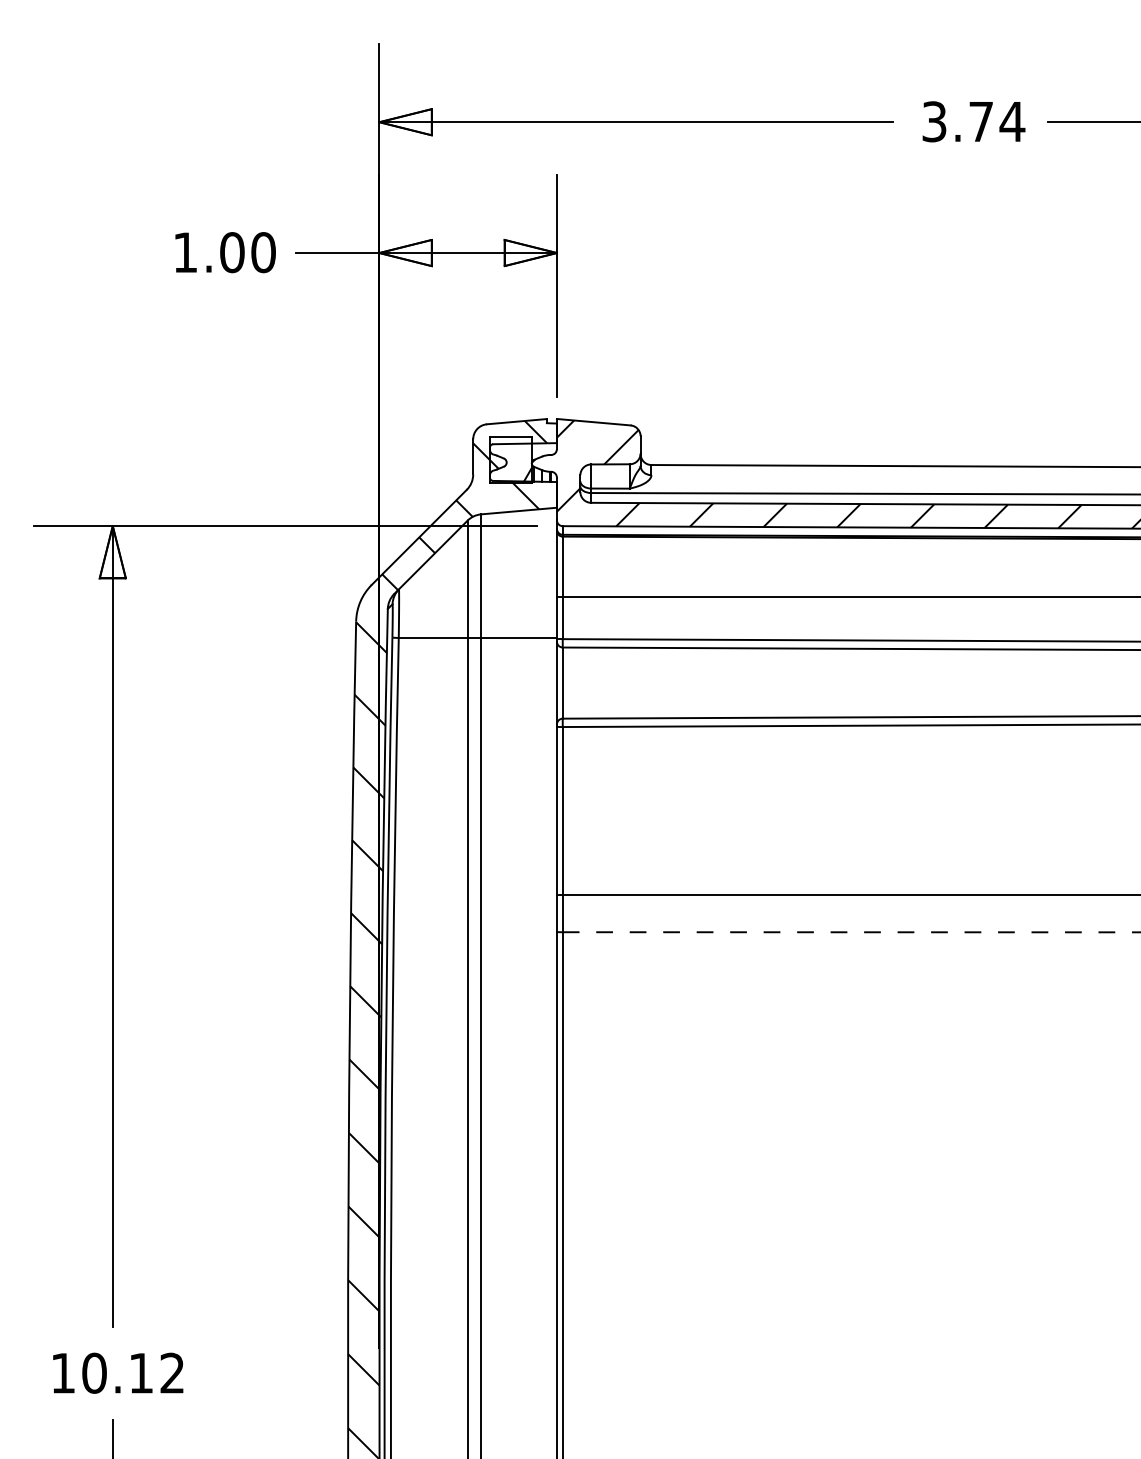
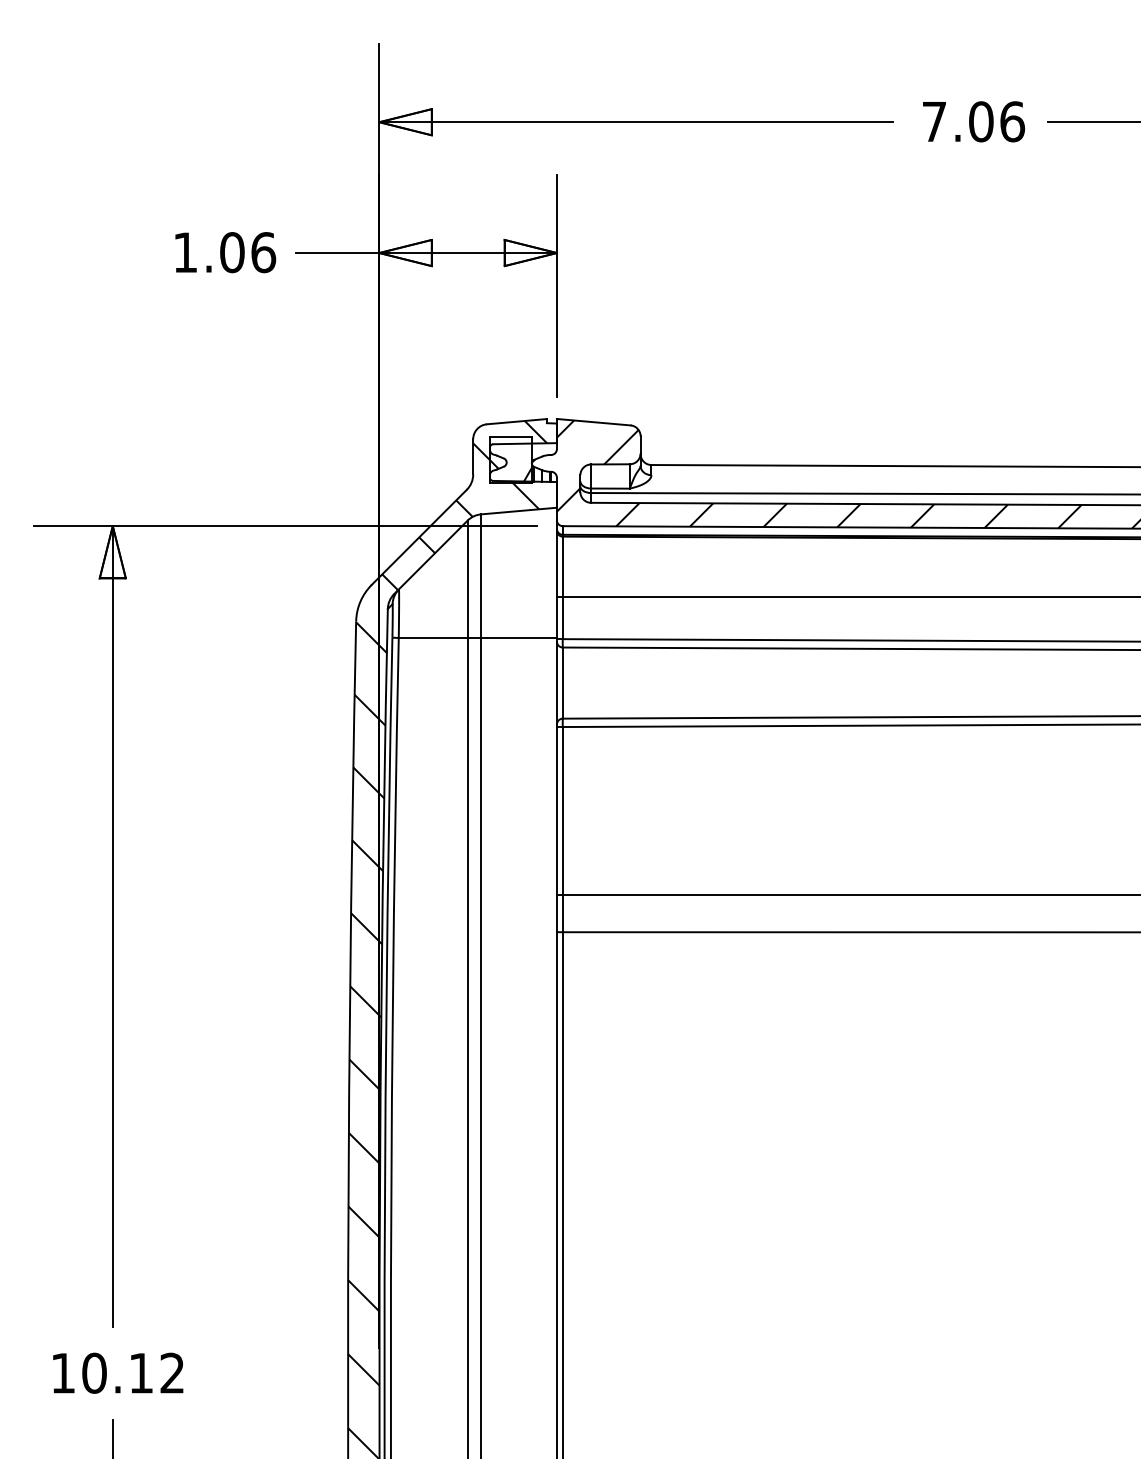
text at (973, 121): 3.74 -> 7.06
text at (263, 252): 1.00 -> 1.06
line at (851, 932): dashed -> solid
